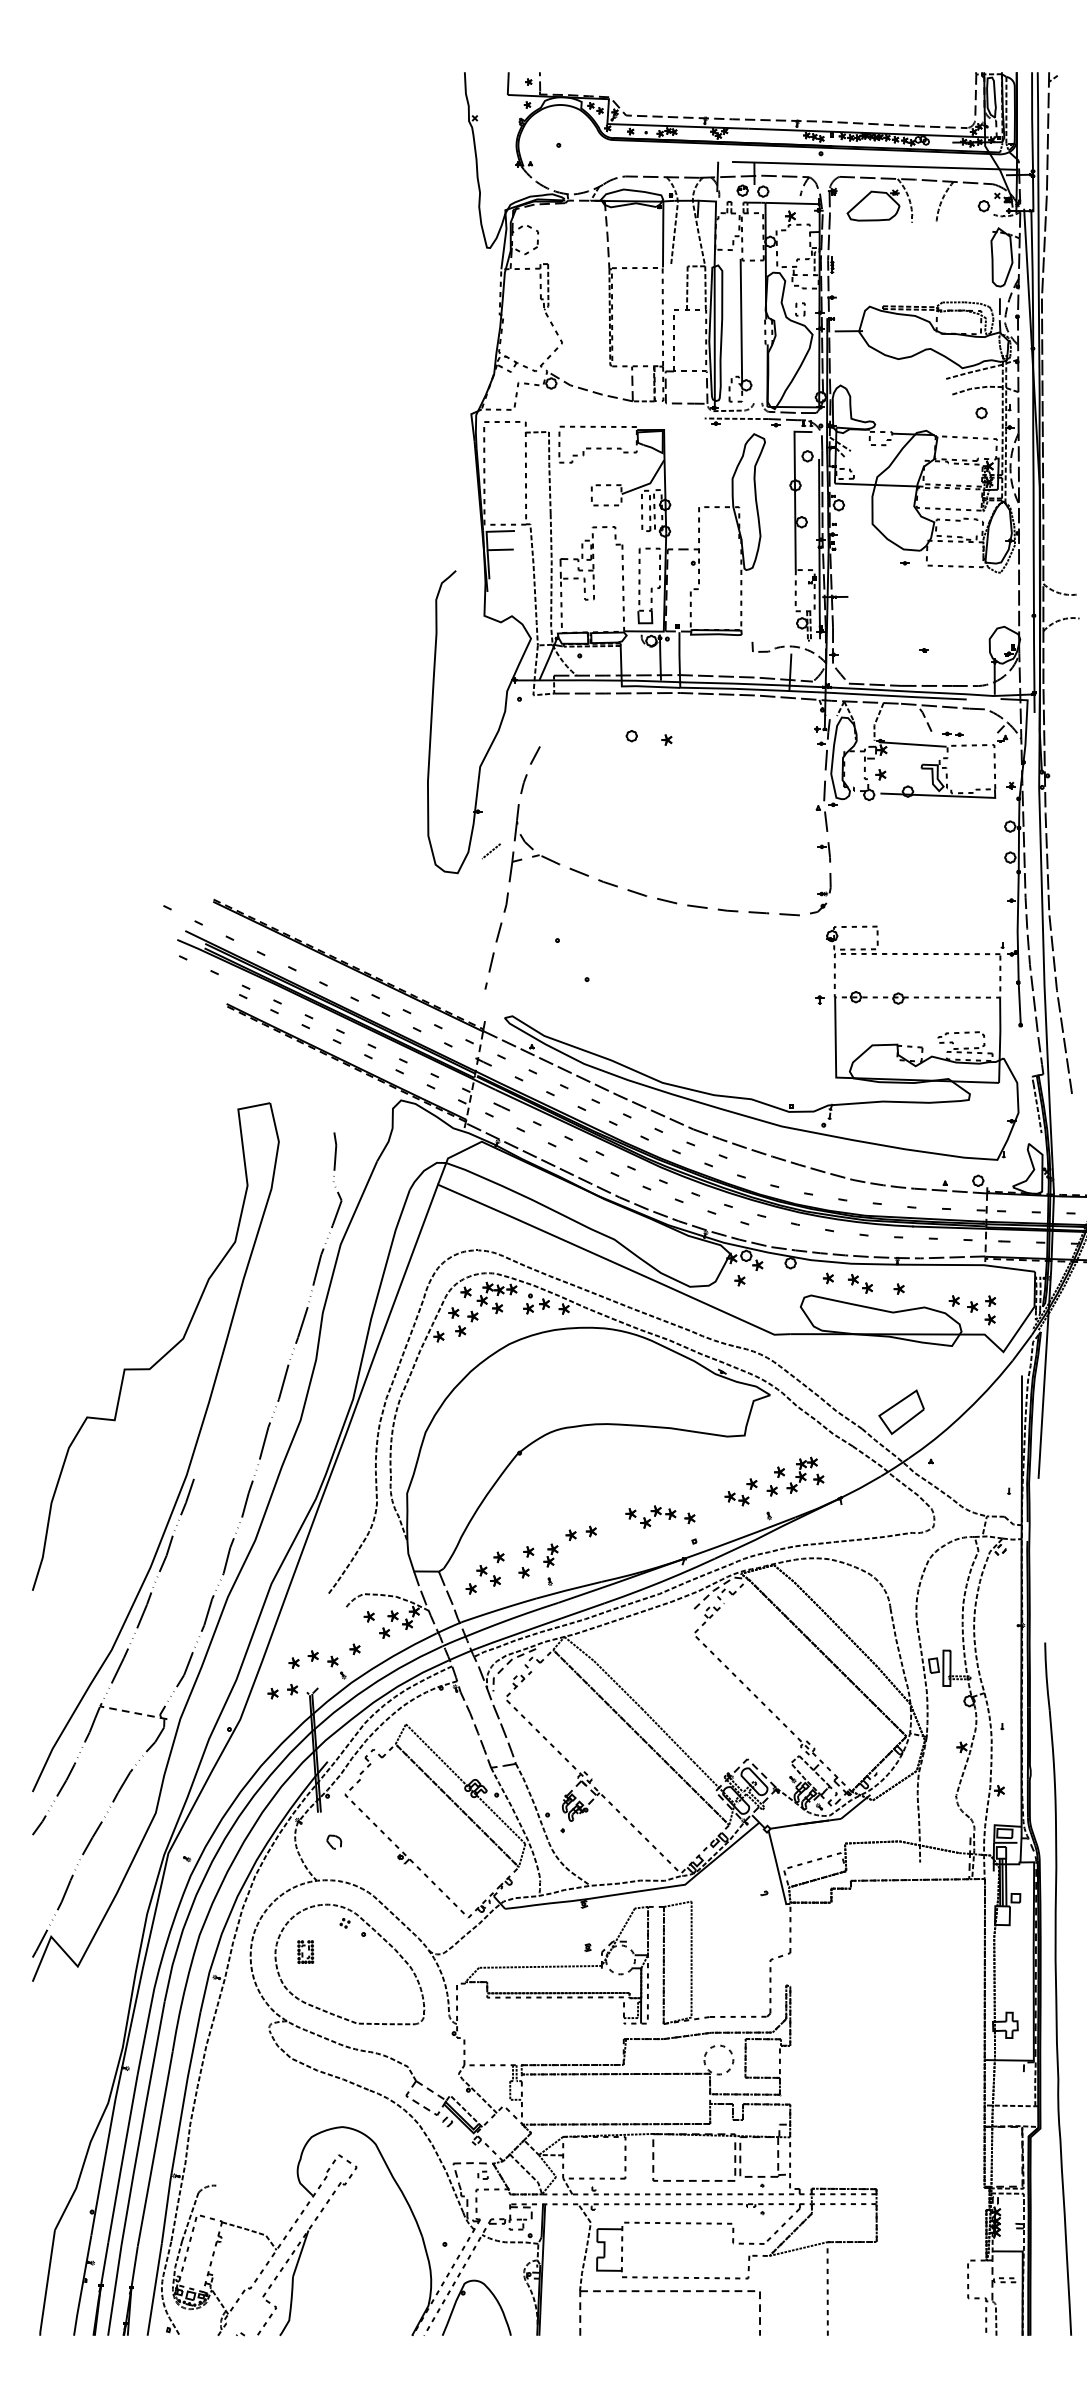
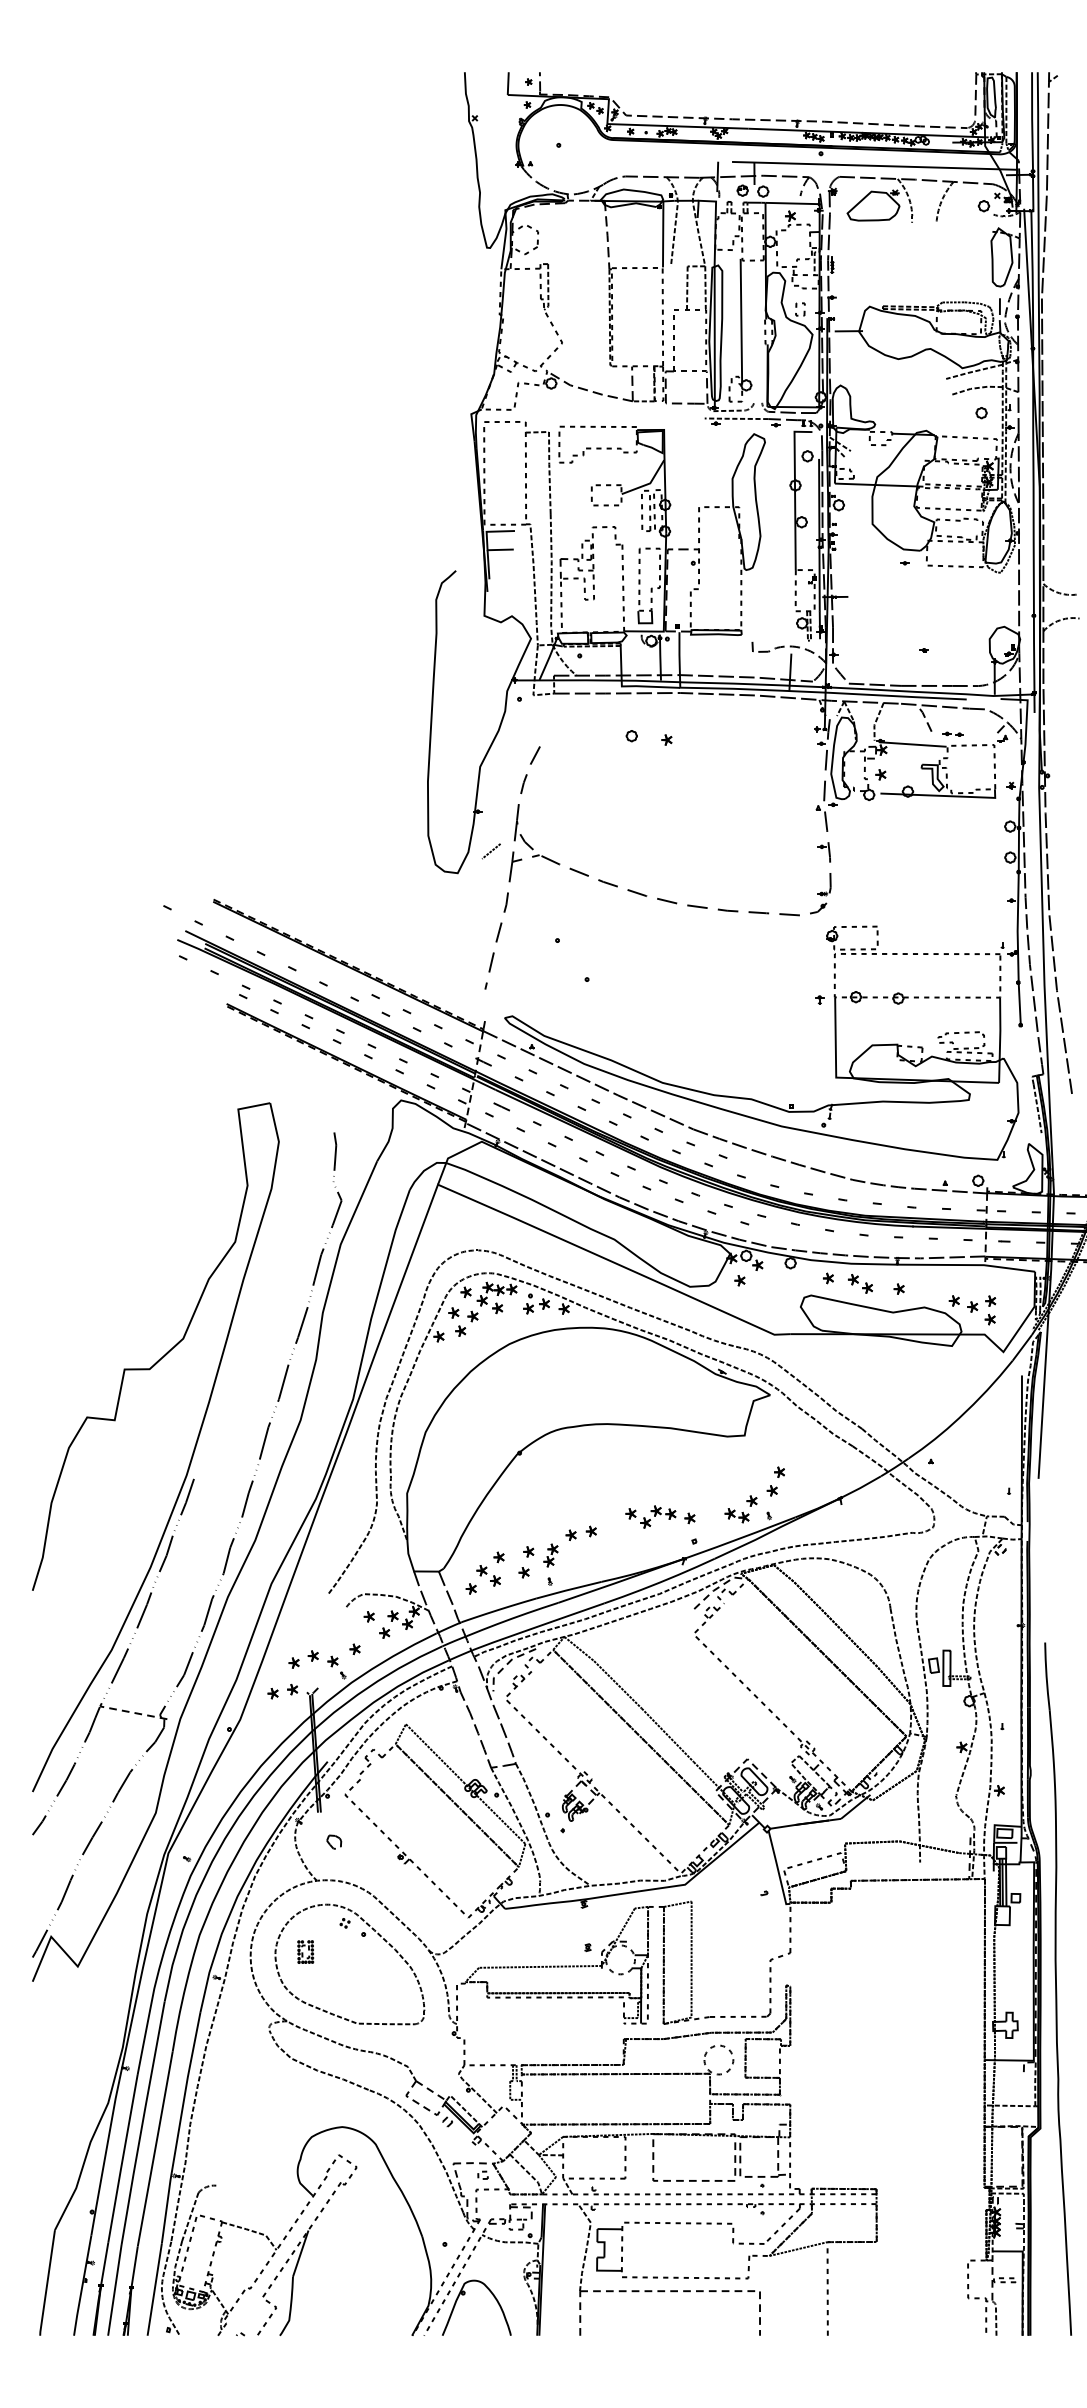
part at (901, 1411): present -> none
part at (805, 1474): present -> none
part at (740, 1492) position: (740, 1492) -> (740, 1509)
